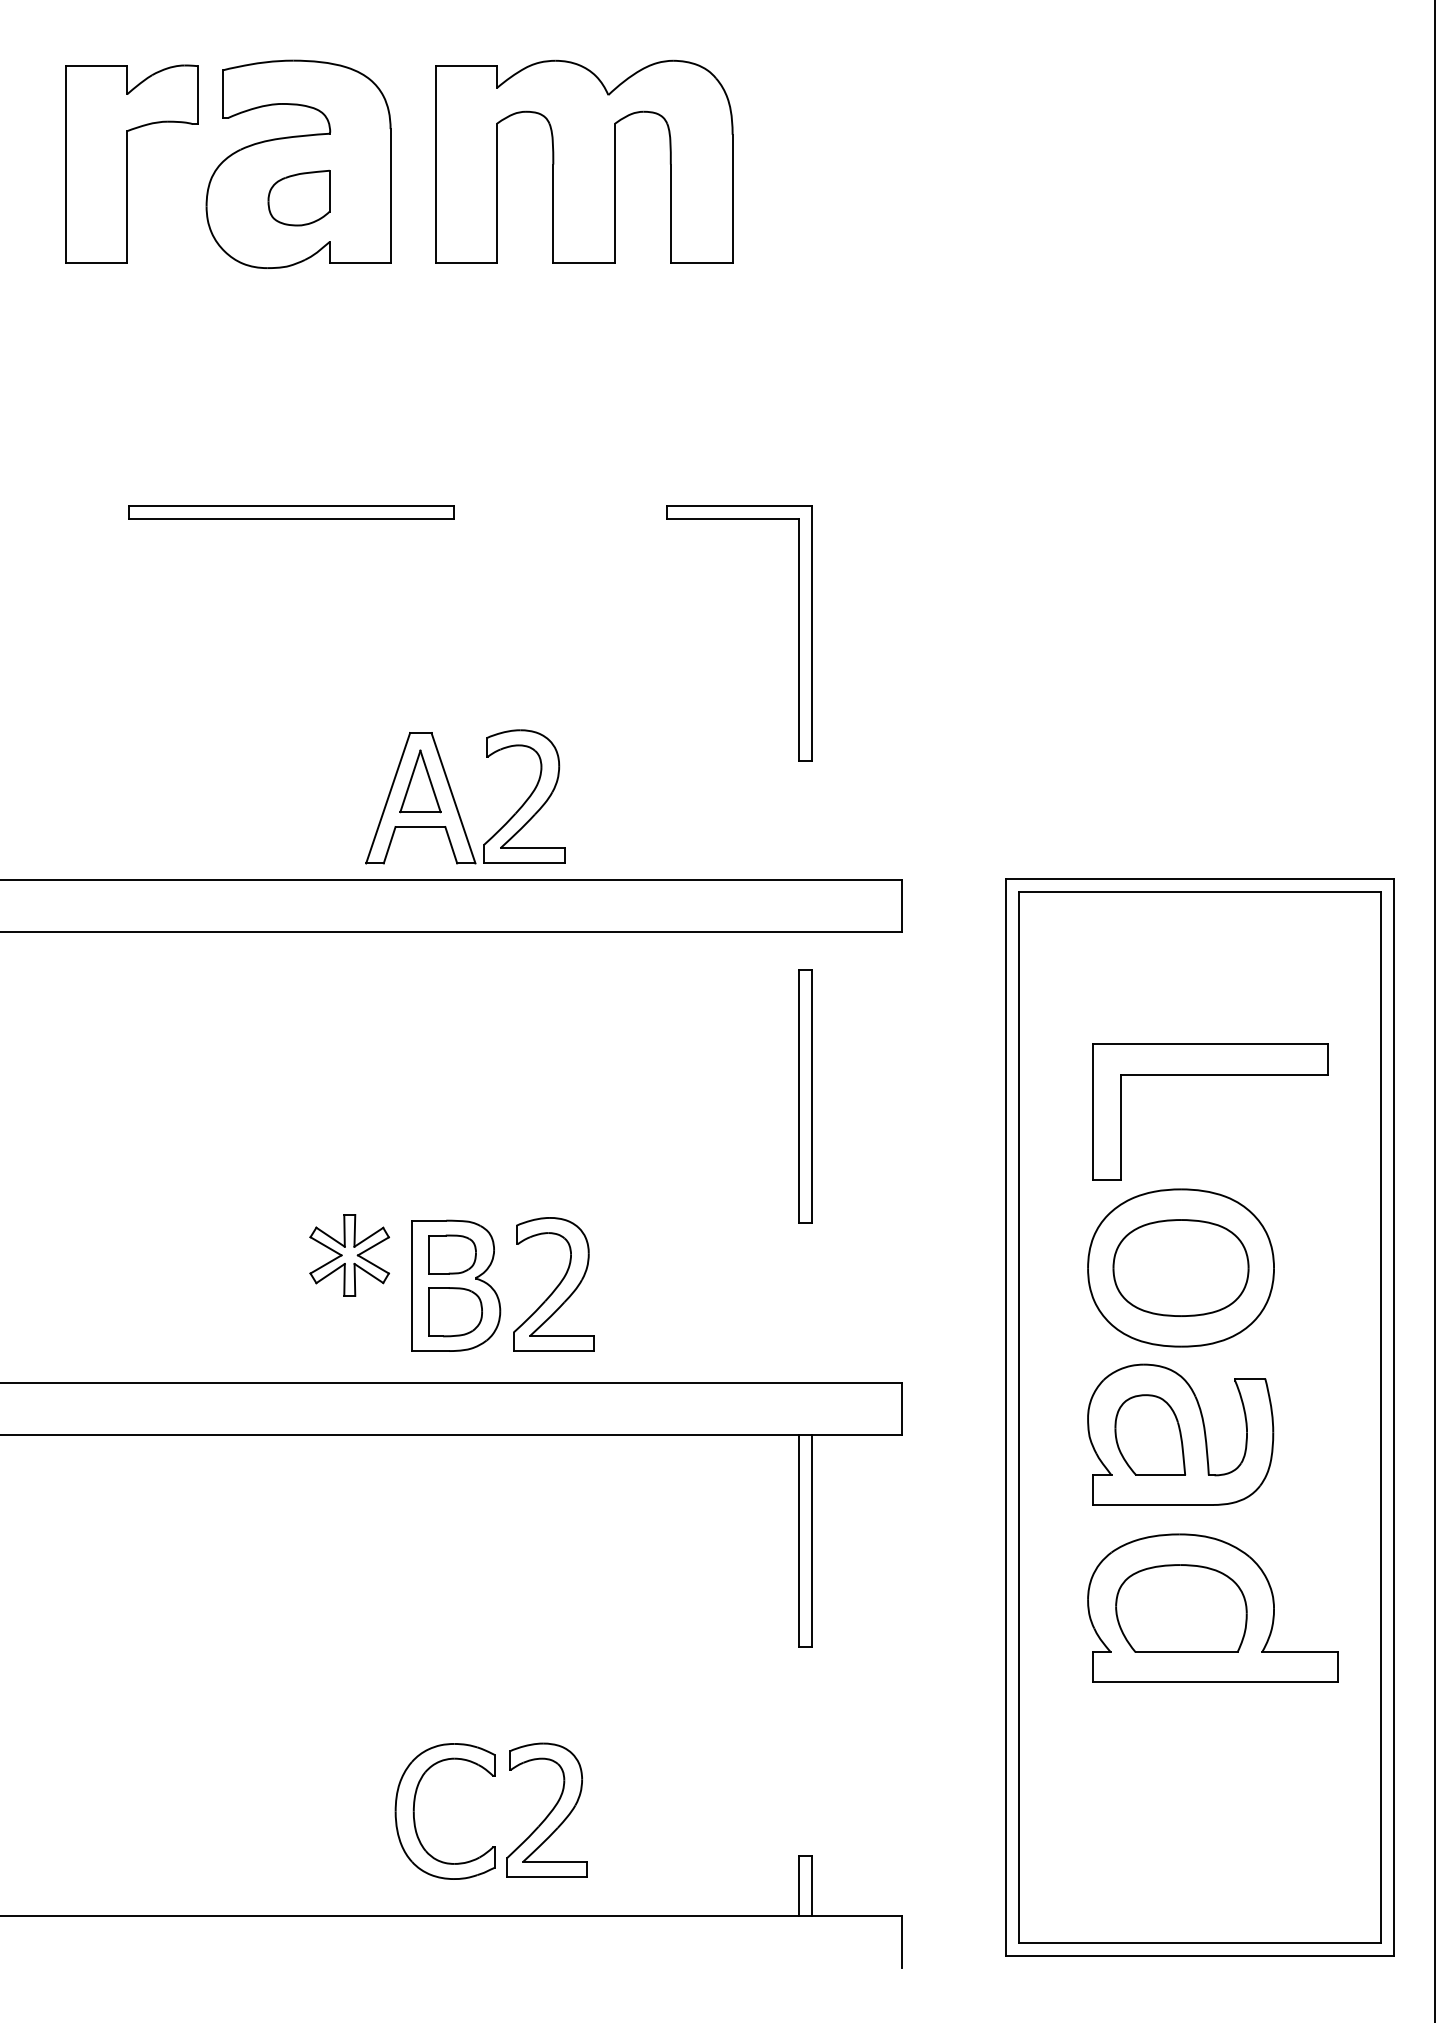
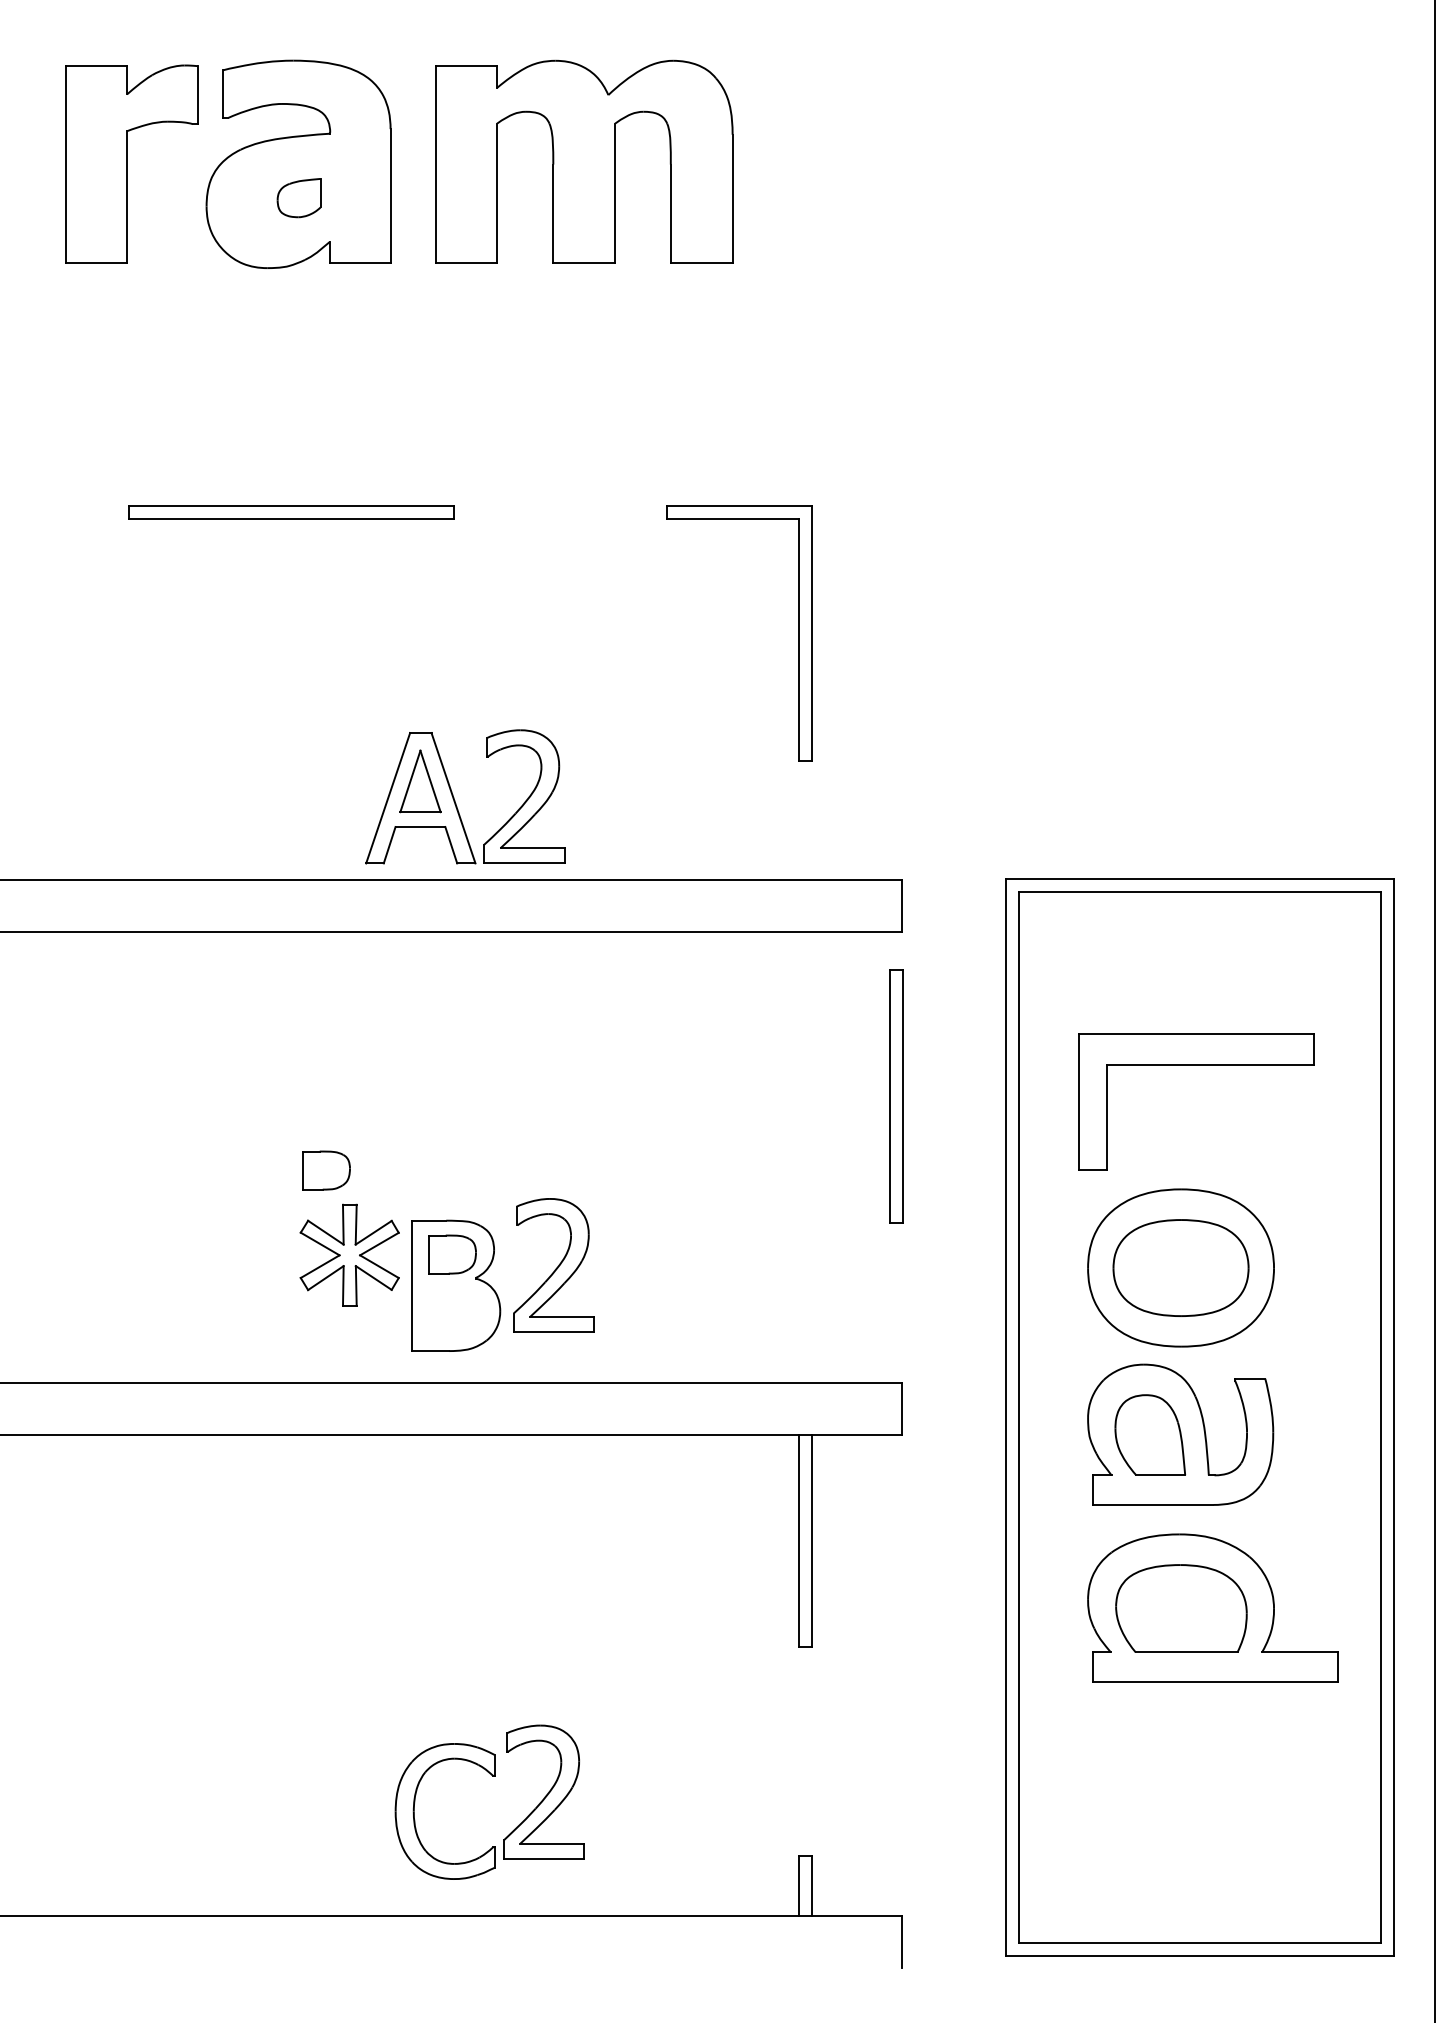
part at (298, 197) size: 64x58 px -> 46x41 px
part at (1210, 1075) position: (1210, 1075) -> (1196, 1065)
part at (805, 1096) position: (805, 1096) -> (896, 1096)
part at (326, 1170): none -> present
part at (349, 1255) size: 81x83 px -> 101x104 px
part at (553, 1284) position: (553, 1284) -> (553, 1265)
part at (455, 1312): present -> none
part at (546, 1809) position: (546, 1809) -> (543, 1791)
